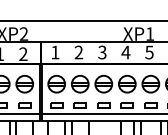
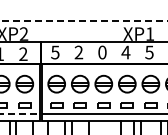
line at (84, 20): solid -> dashed
text at (55, 52): 1 -> 5
text at (102, 52): 3 -> 0
line at (20, 114): solid -> dashed
